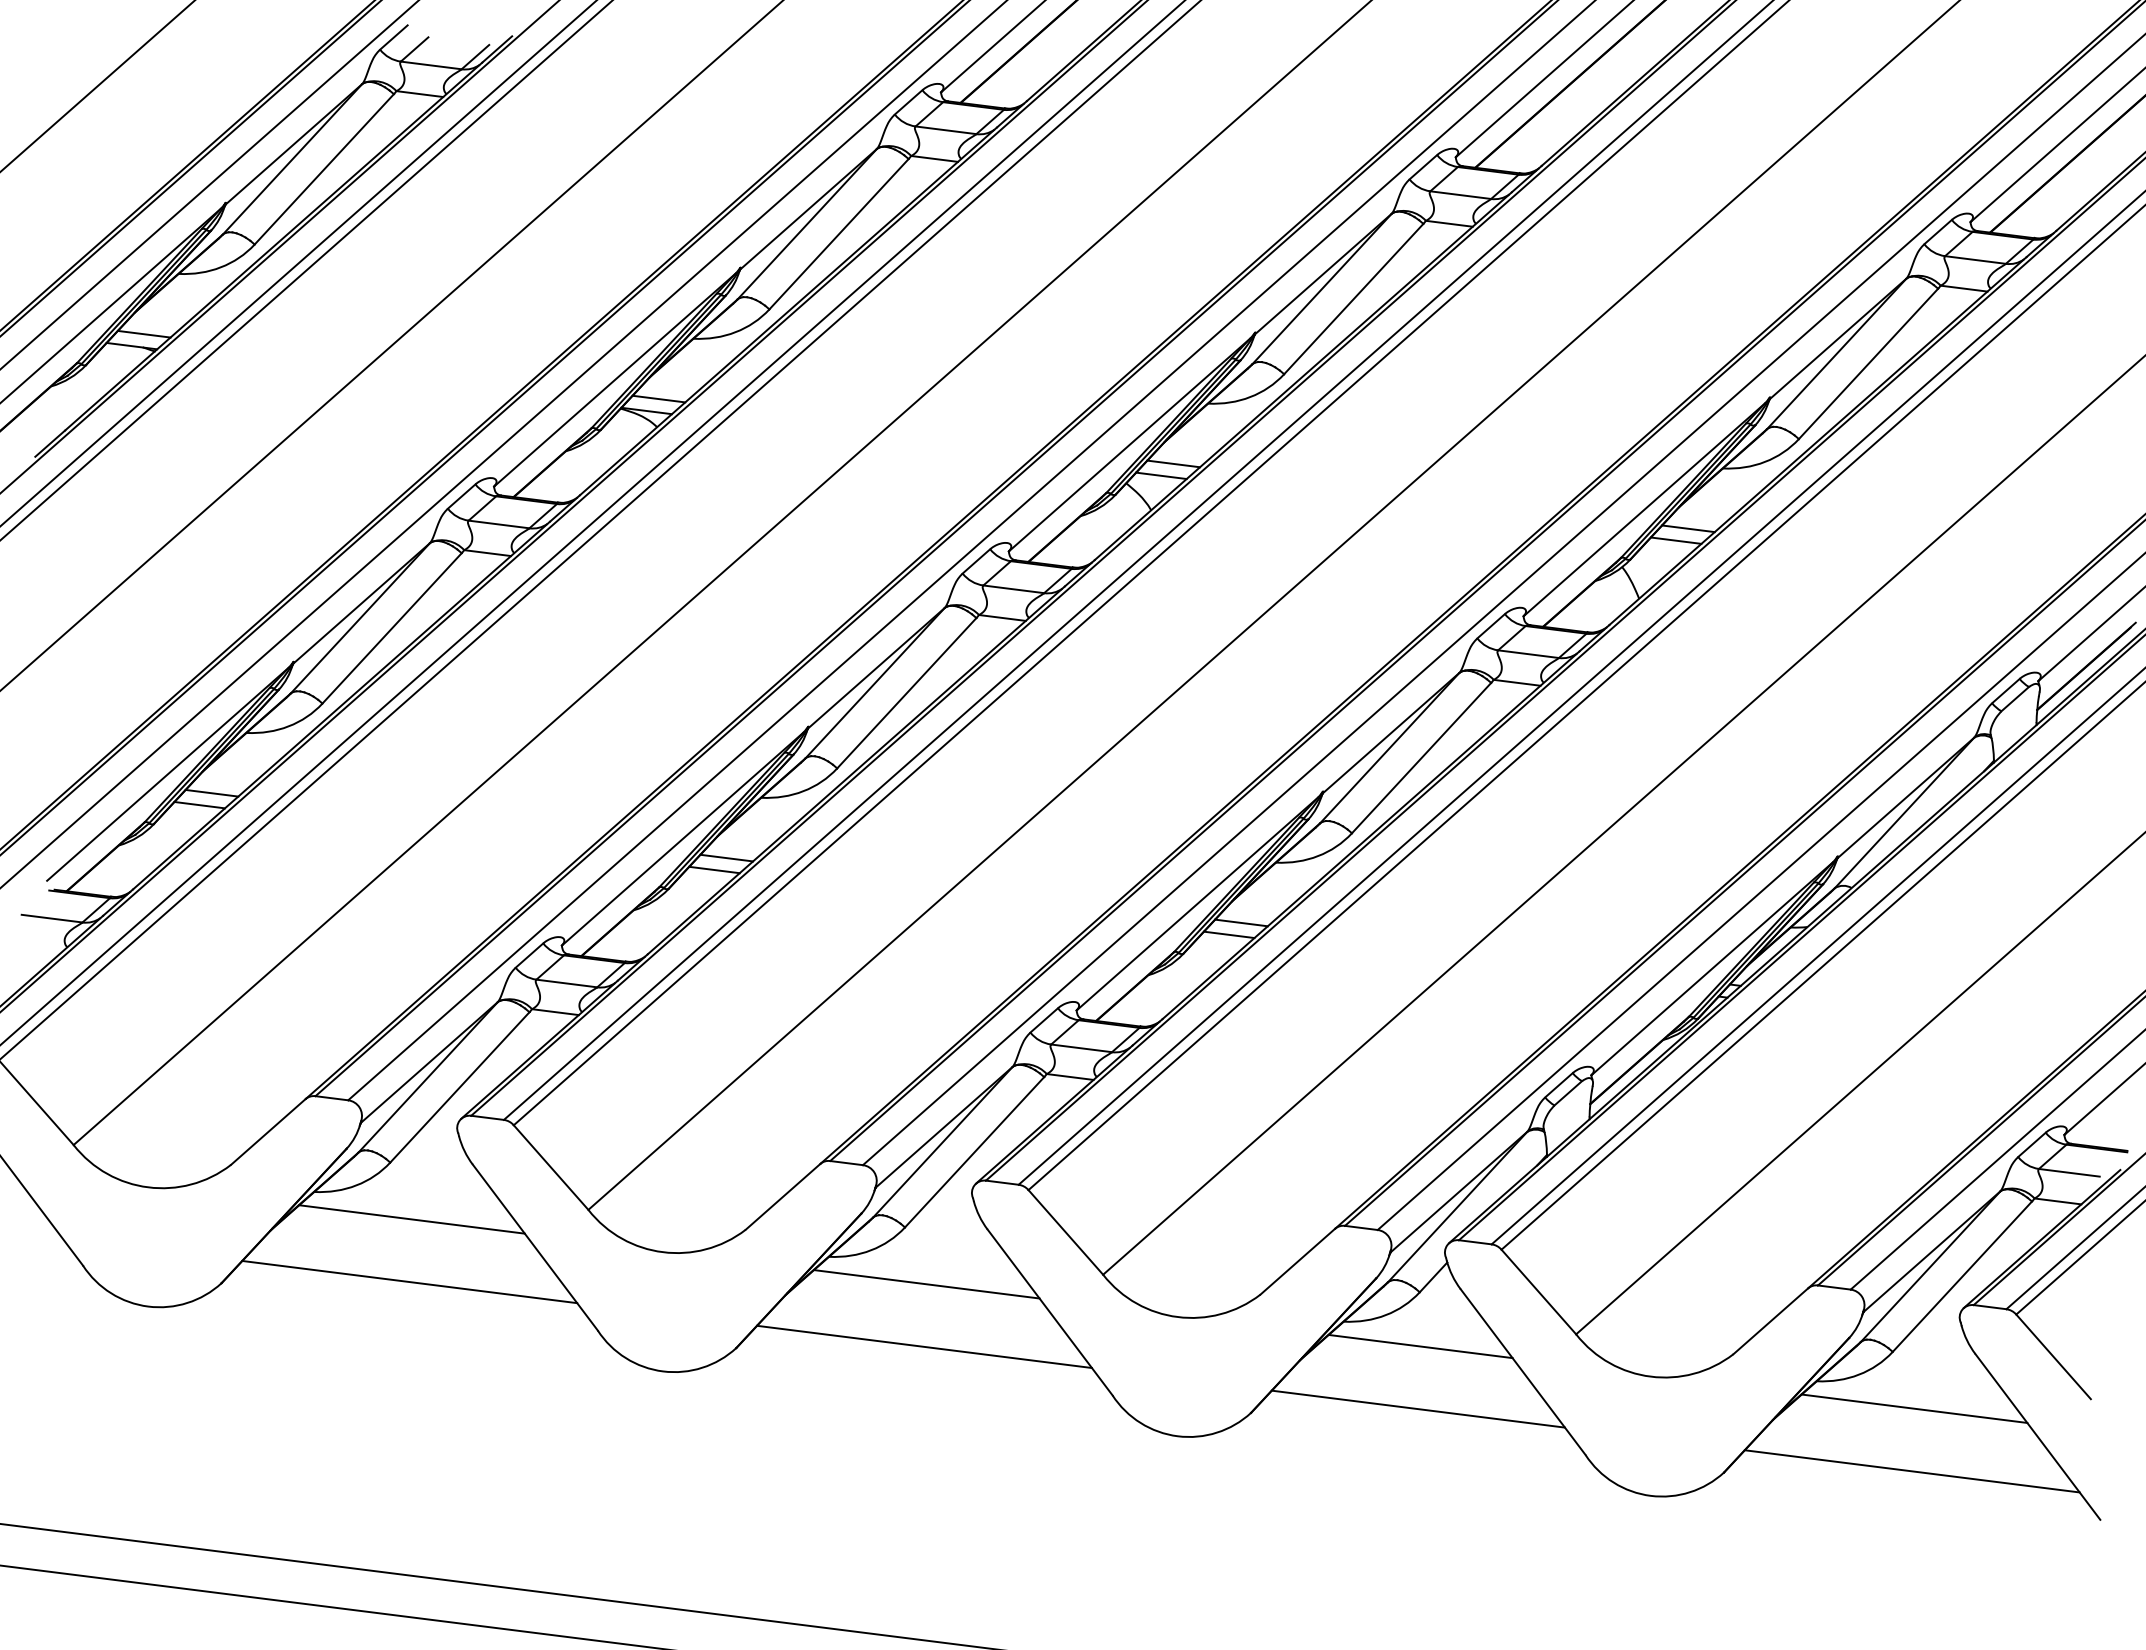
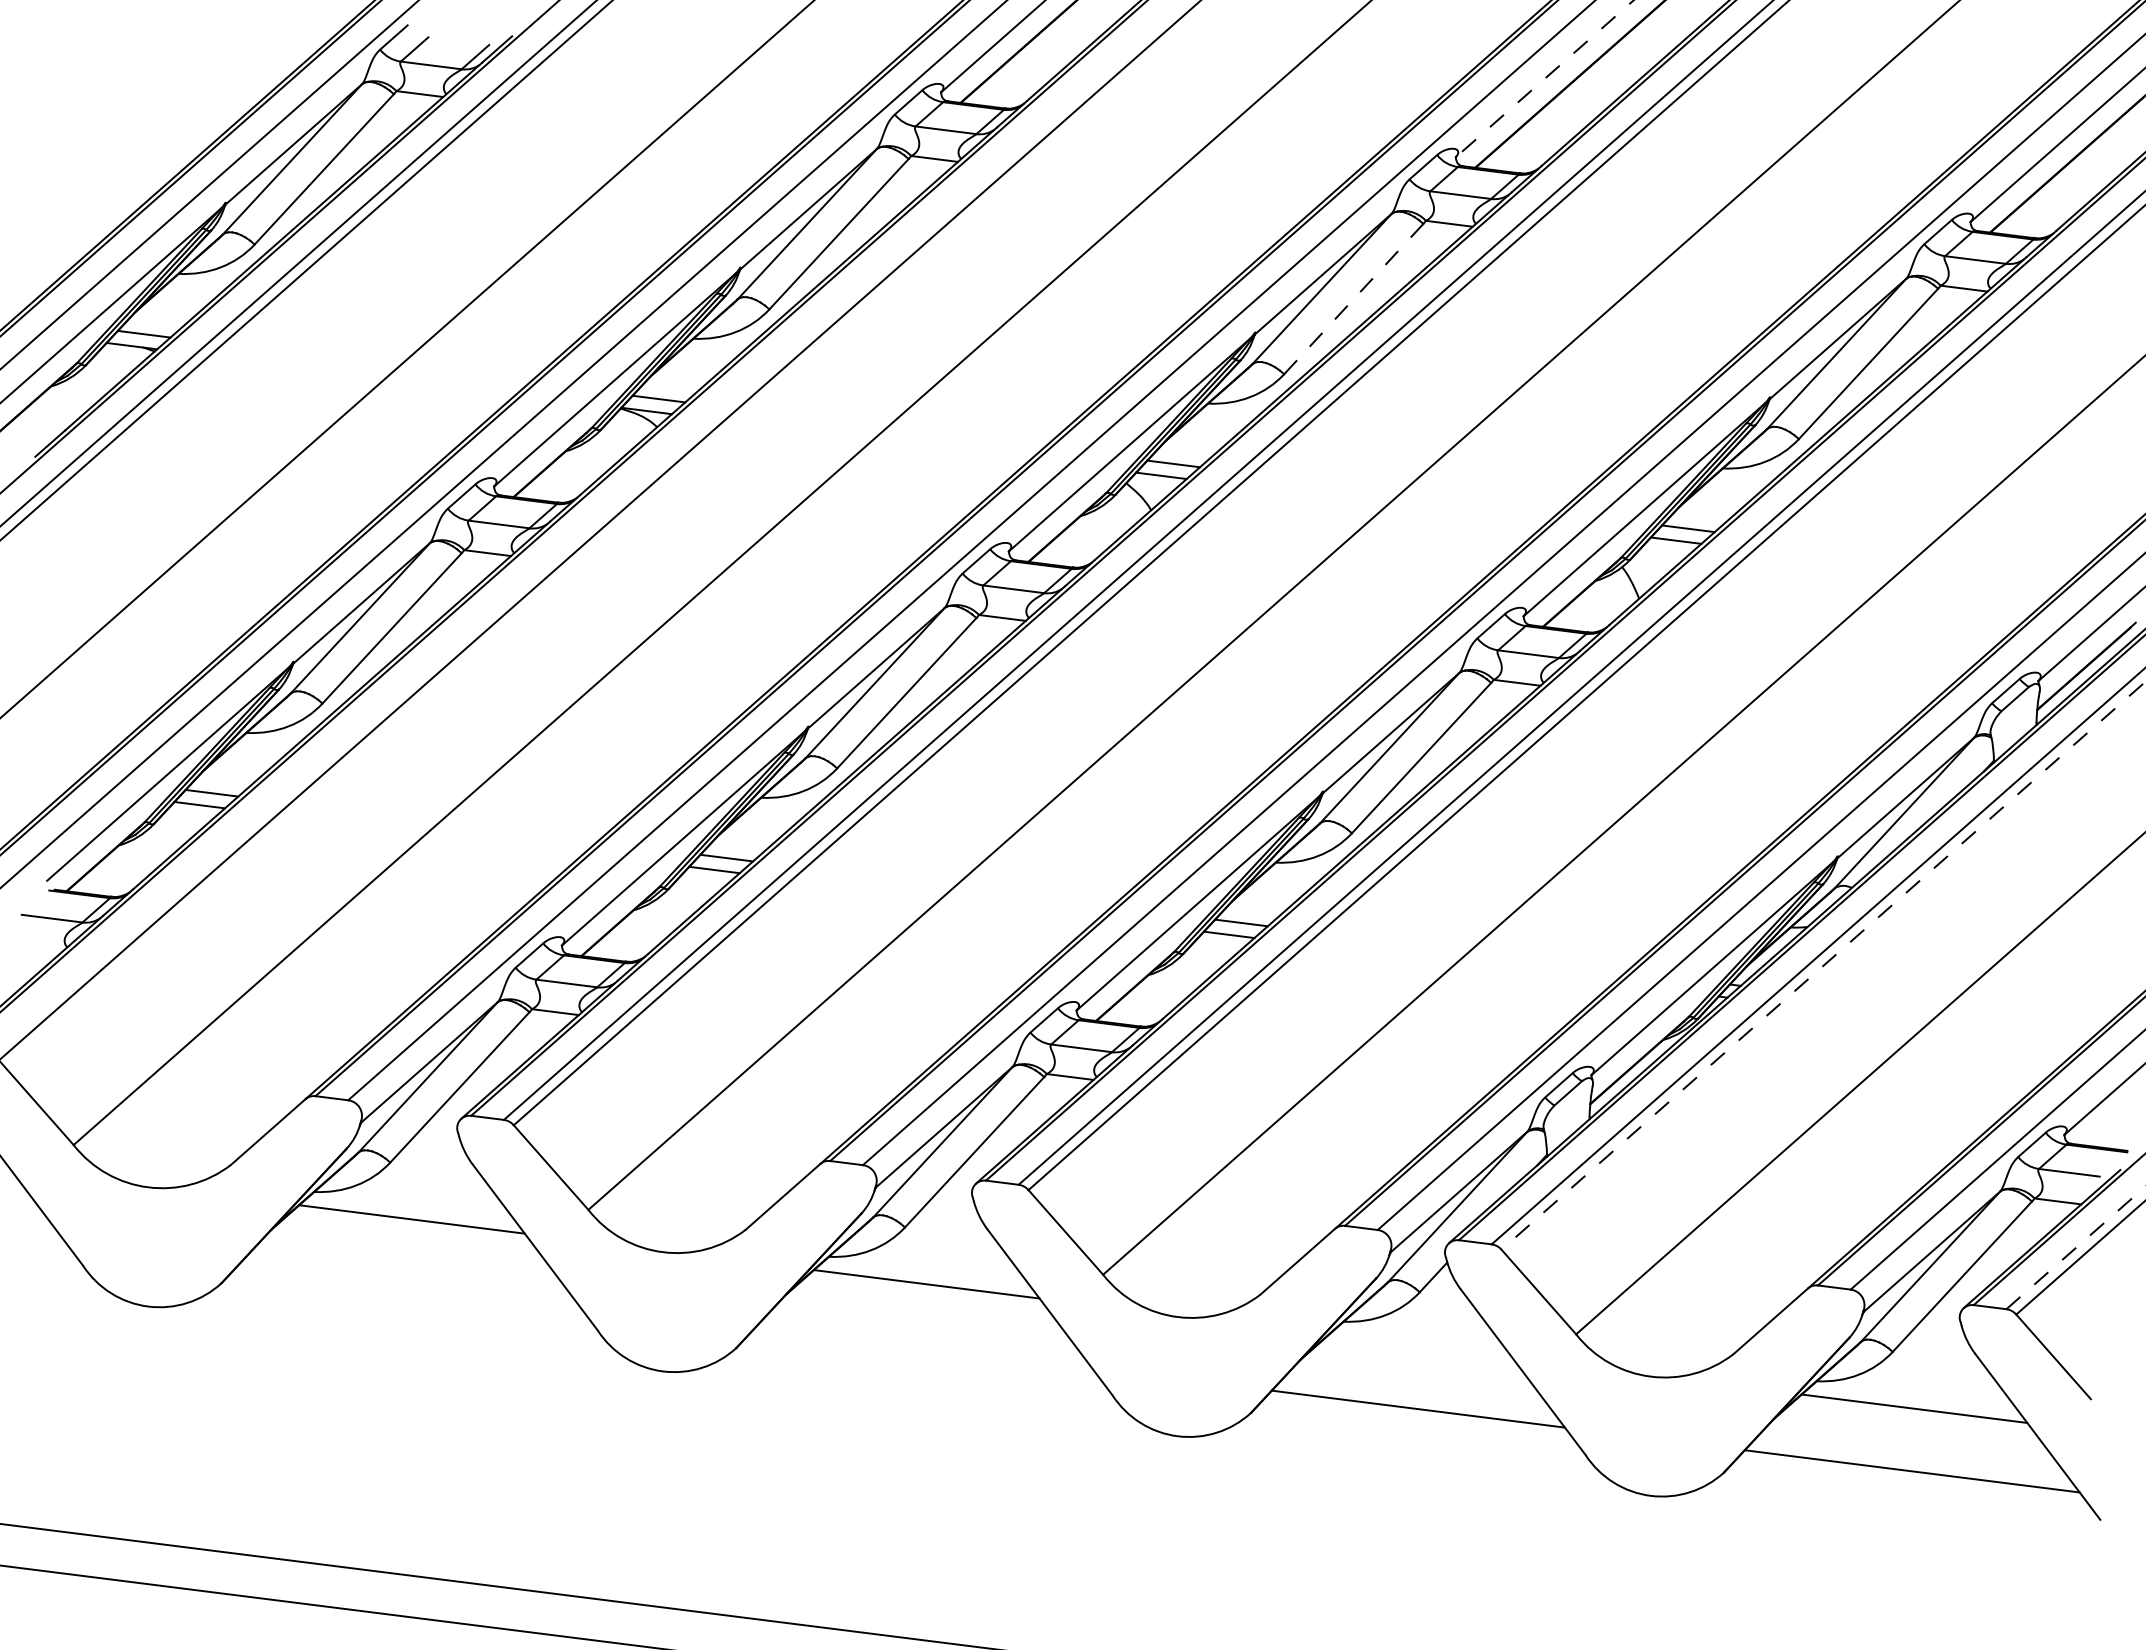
line at (1544, 78): solid -> dashed
line at (97, 86): present -> none
line at (1353, 299): solid -> dashed
line at (391, 345) position: (391, 345) -> (407, 359)
line at (592, 522): present -> none
line at (1823, 966): solid -> dashed
line at (2076, 1247): solid -> dashed
line at (409, 1281): present -> none
line at (924, 1346): present -> none
line at (1420, 1346): present -> none
